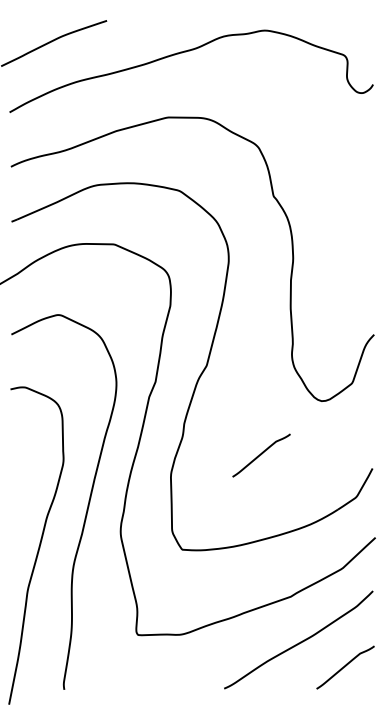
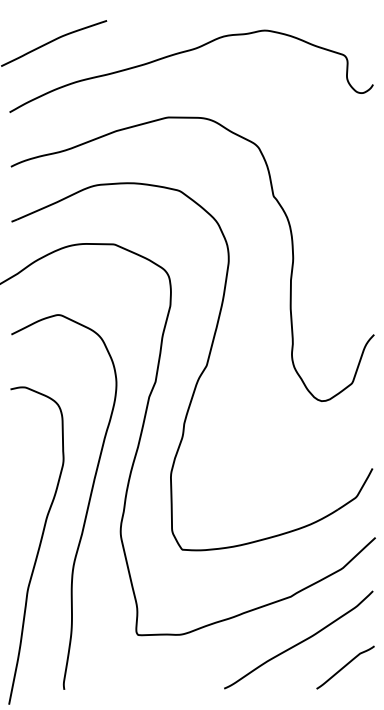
curve at (261, 455): present -> none
